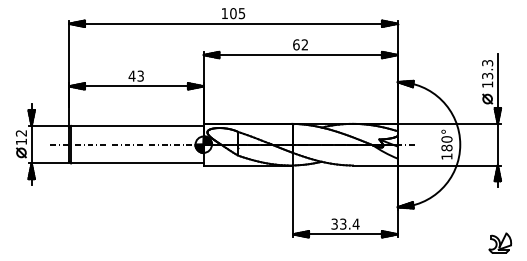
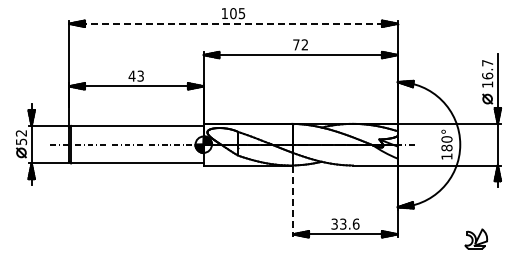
line at (233, 23): solid -> dashed
text at (296, 44): 62 -> 72
text at (487, 69): 13.3 -> 16.7
text at (21, 141): 12 -> 52
line at (293, 201): solid -> dashed
text at (355, 223): 33.4 -> 33.6
part at (500, 242) position: (500, 242) -> (476, 238)
